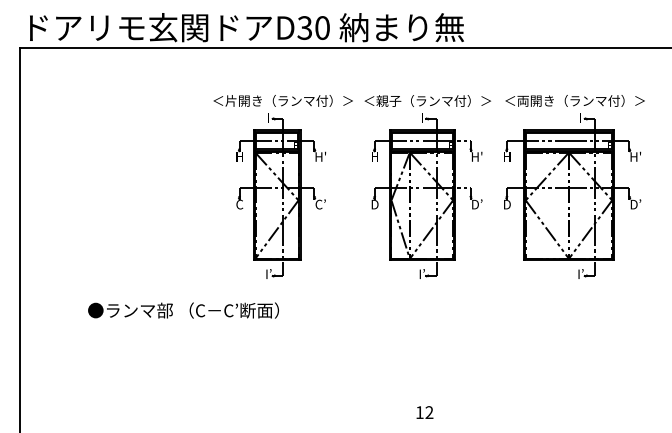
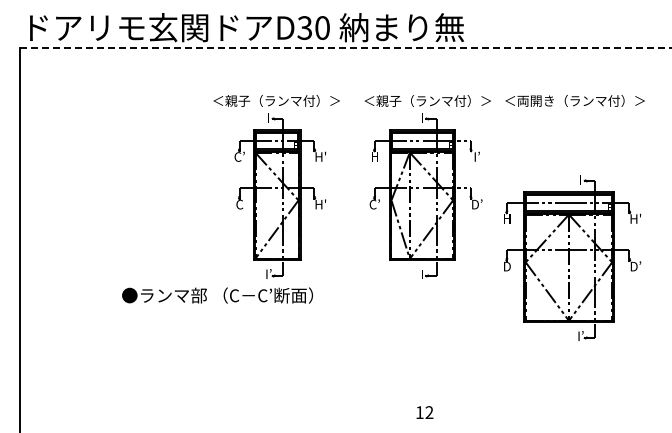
line at (346, 48): solid -> dashed
text at (288, 100): ＜片開き（ランマ付）＞ -> ＜親子（ランマ付）＞
text at (239, 156): H -> C’
text at (476, 156): H' -> I’
part at (572, 195) position: (572, 195) -> (572, 257)
text at (320, 204): C’ -> H'
text at (374, 204): D -> C’
text at (421, 273): I’ -> I
text at (183, 310) position: (183, 310) -> (217, 295)
